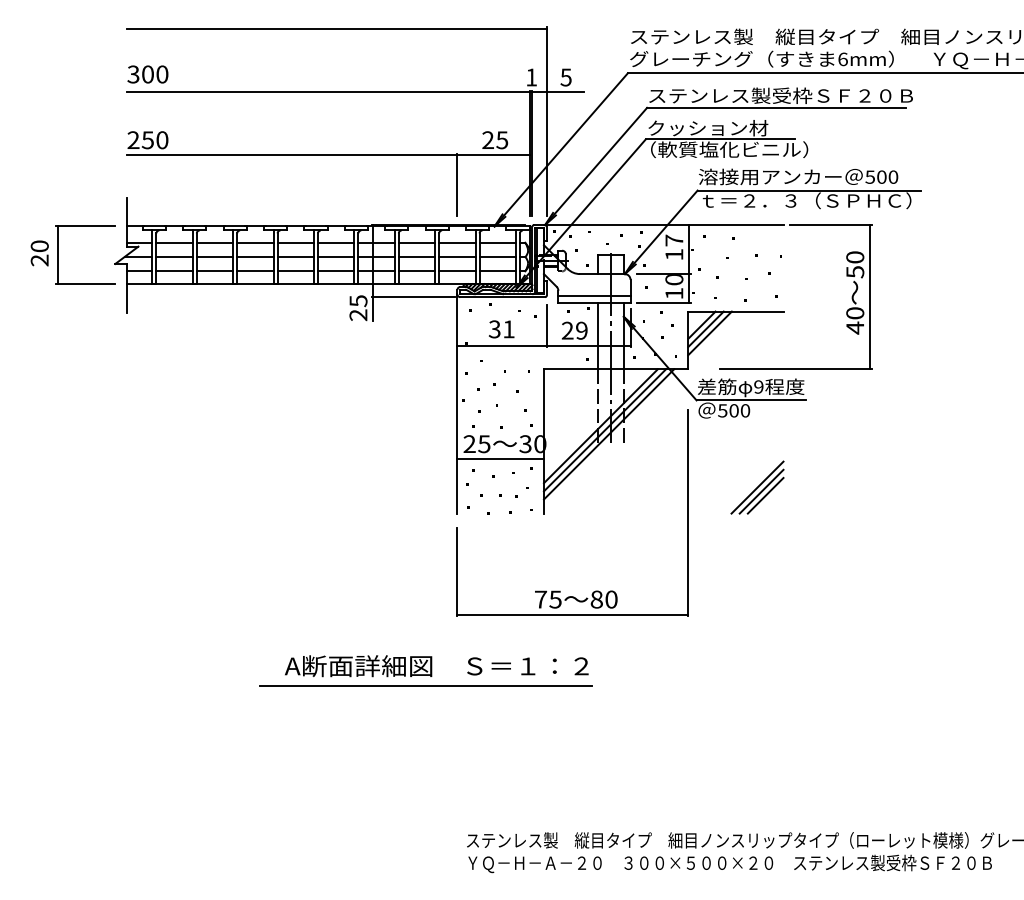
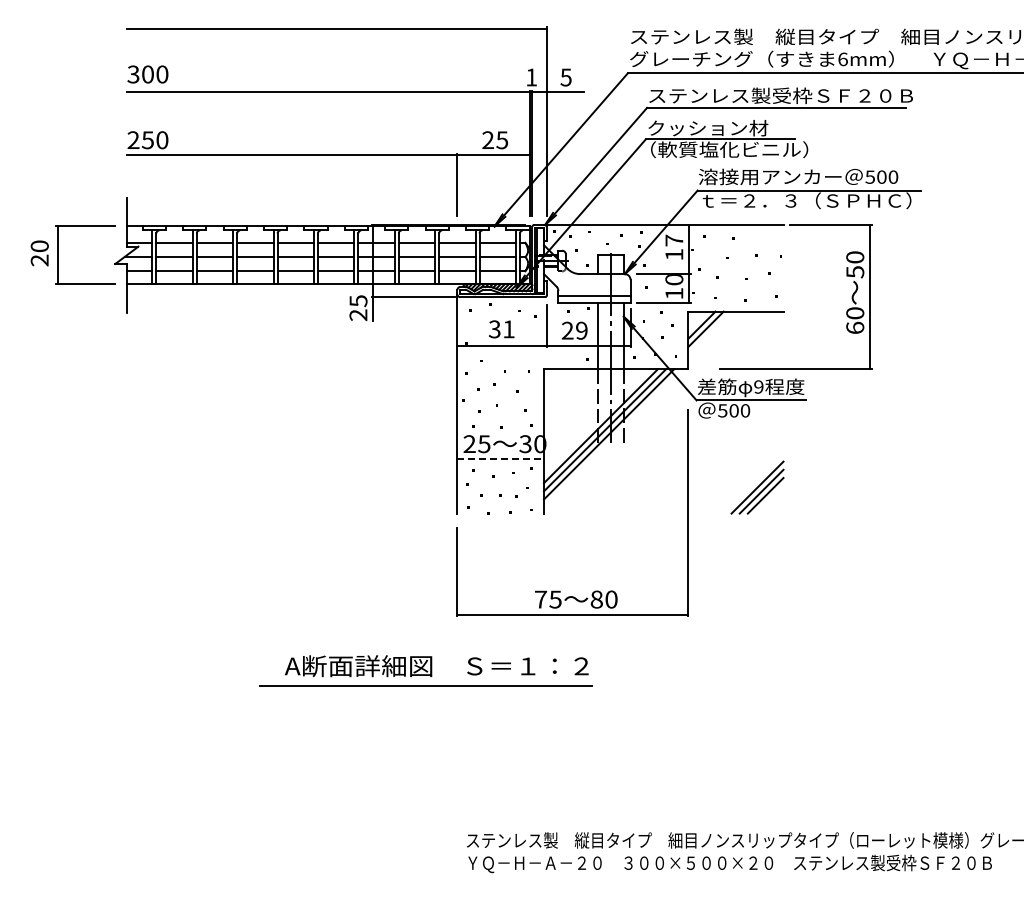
text at (855, 327): 40 -> 60
line at (709, 333): present -> none
line at (501, 459): solid -> dashed
